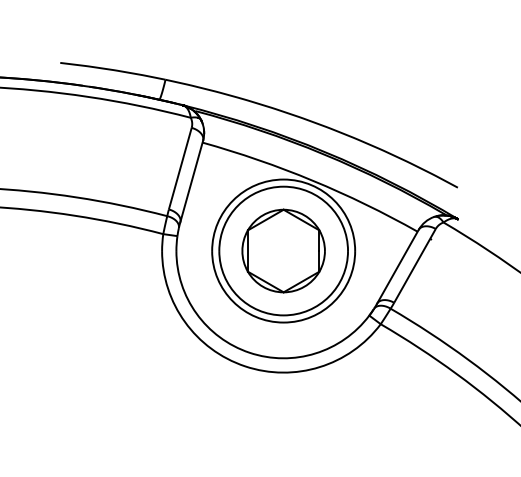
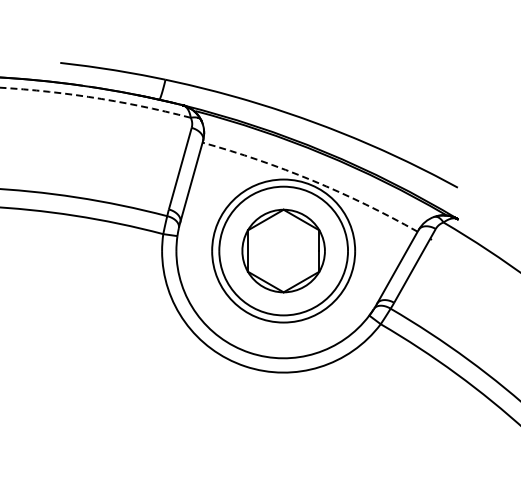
arc at (95, 98): solid -> dashed
arc at (312, 180): solid -> dashed
